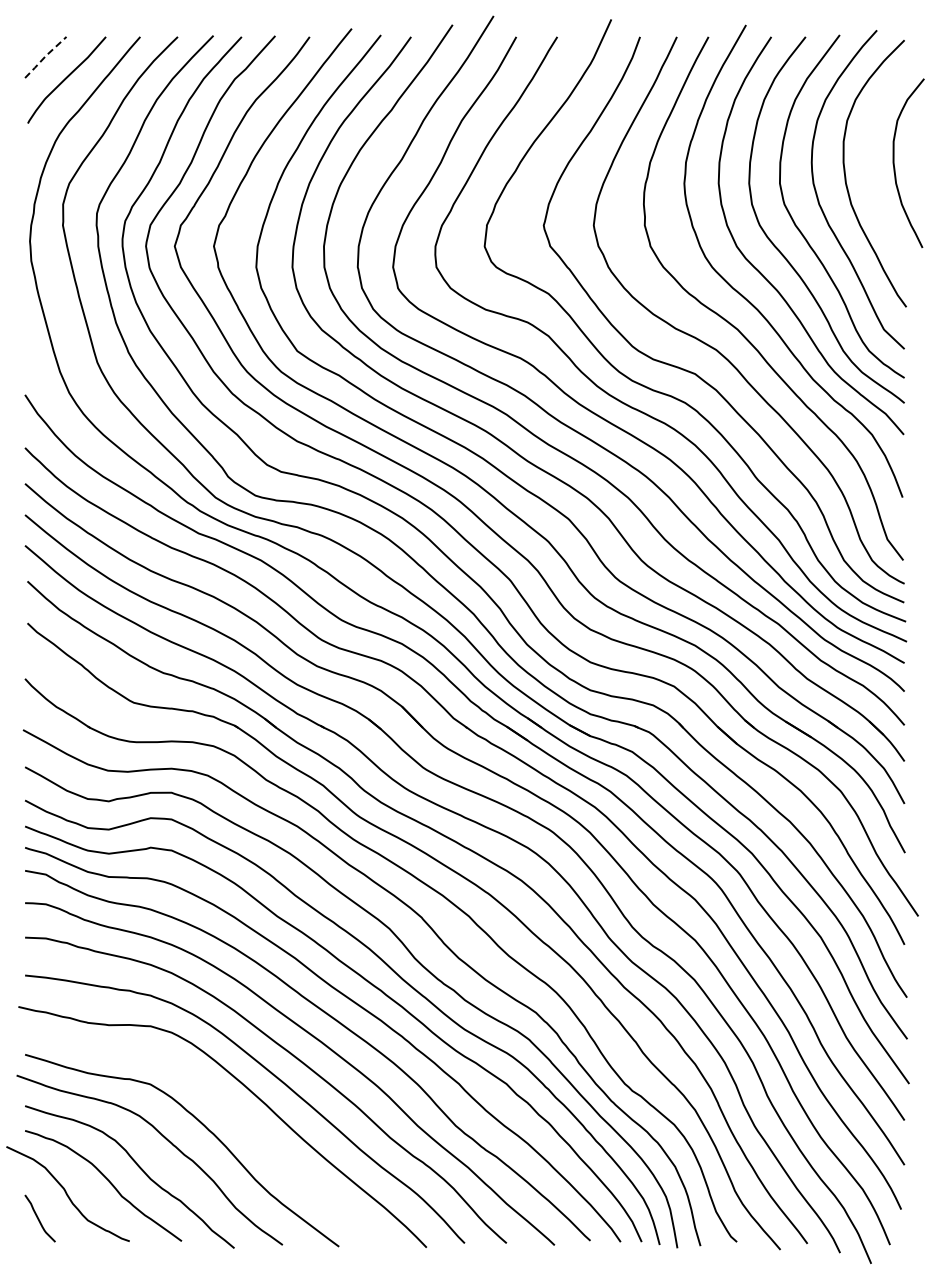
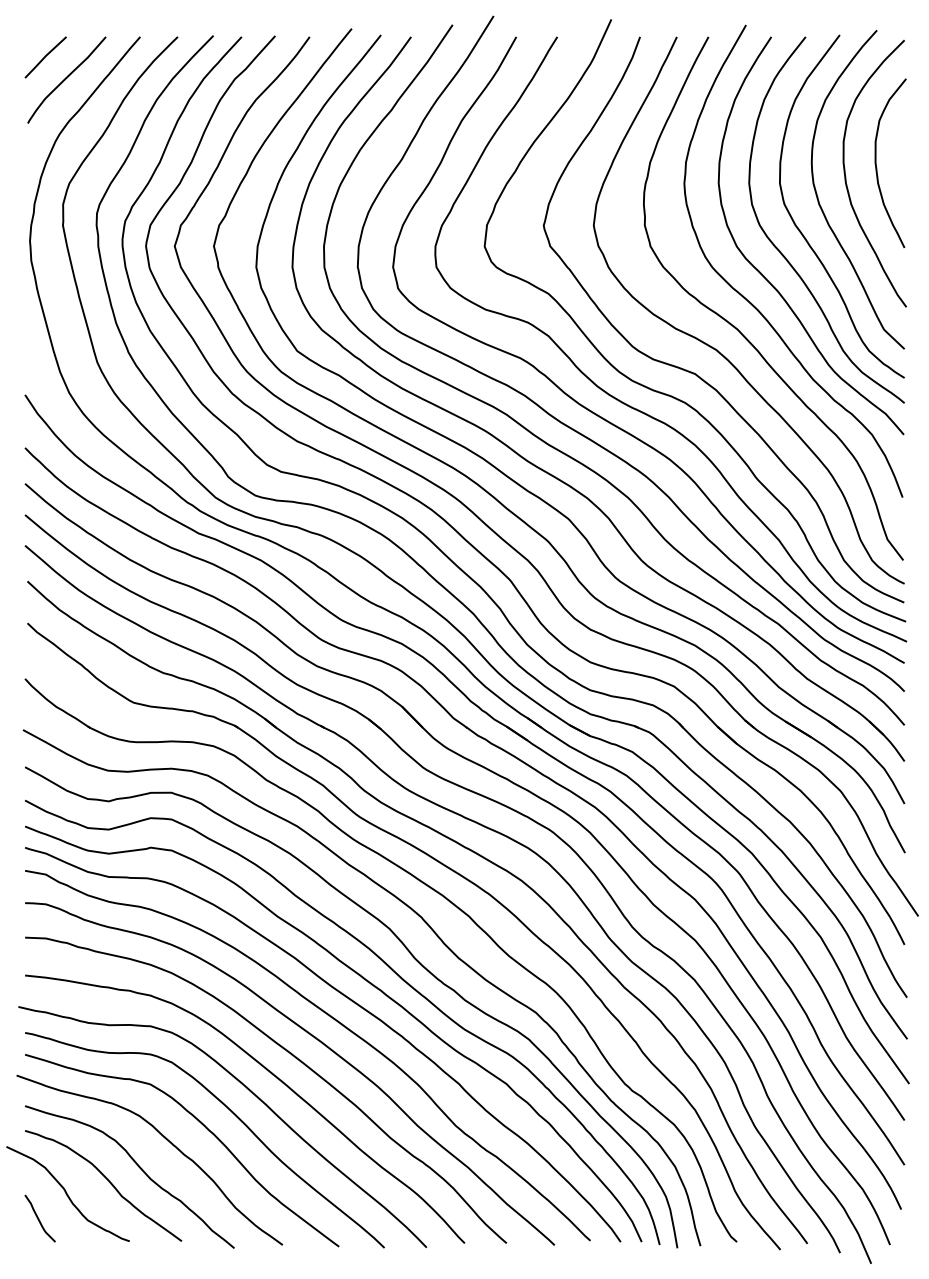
line at (44, 57): dashed -> solid
curve at (895, 167) position: (895, 167) -> (877, 167)
curve at (231, 1112): none -> present
